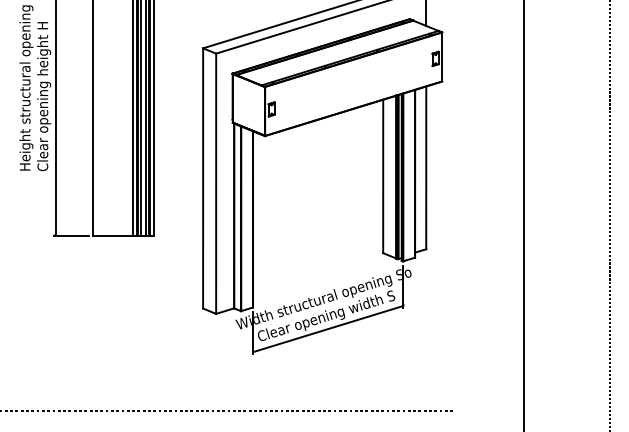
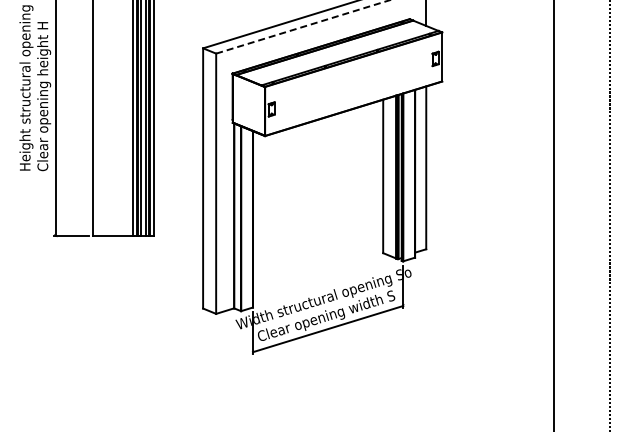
line at (303, 26): solid -> dashed
line at (523, 215) position: (523, 215) -> (553, 215)
line at (227, 410): present -> none
